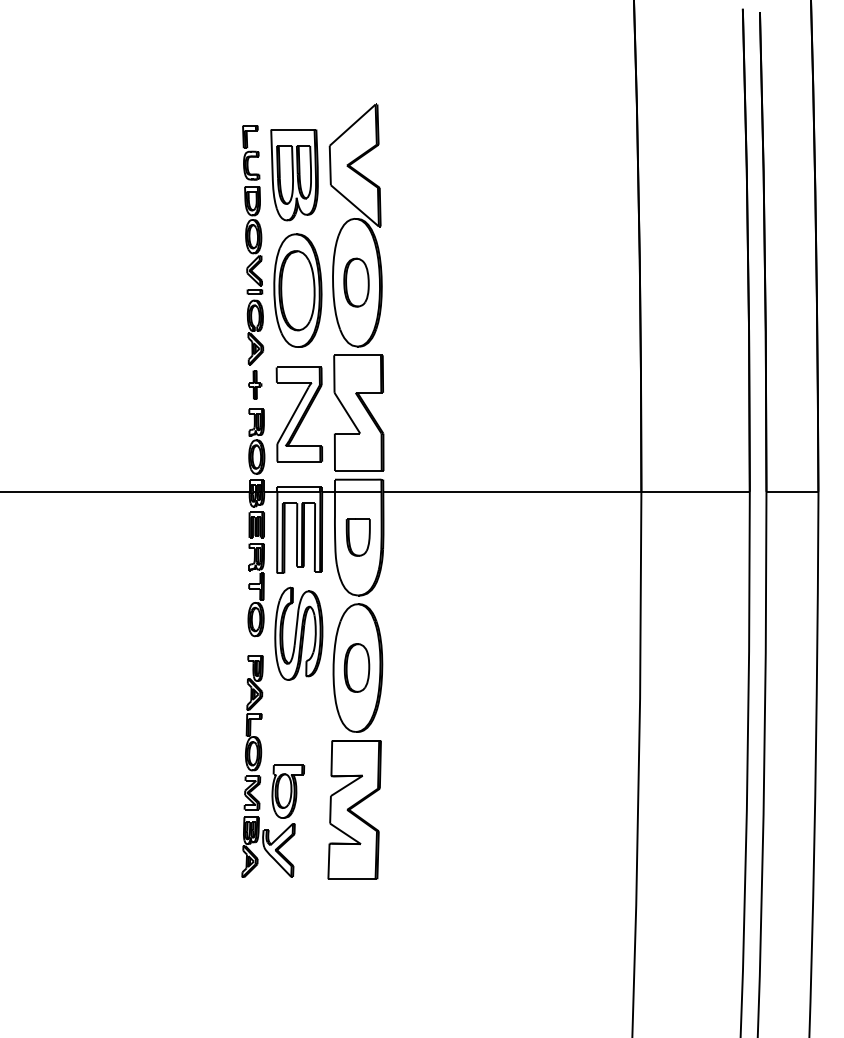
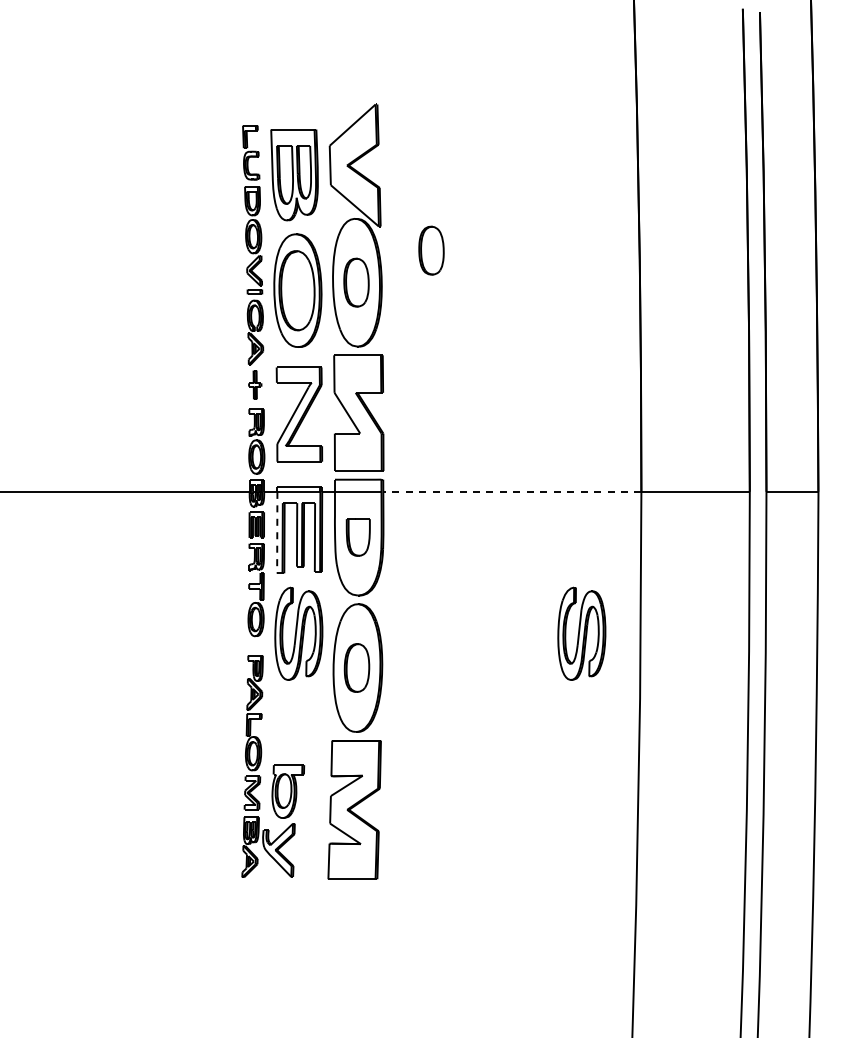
part at (431, 250): none -> present
line at (511, 491): solid -> dashed
line at (277, 532): solid -> dashed
part at (581, 633): none -> present
